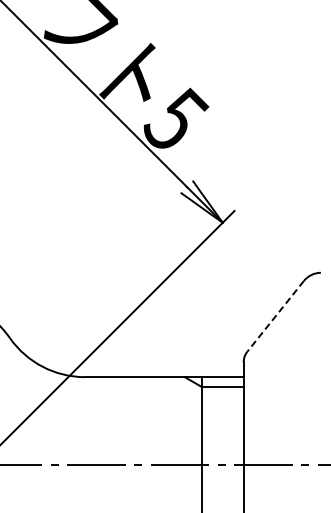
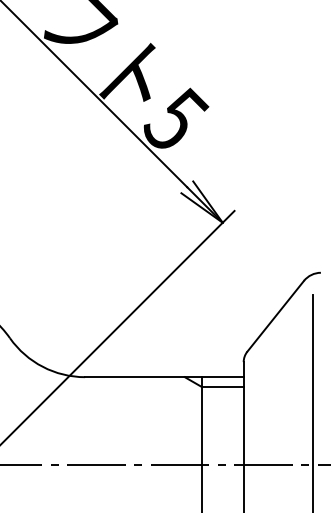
line at (275, 316): dashed -> solid
line at (313, 401): none -> present
